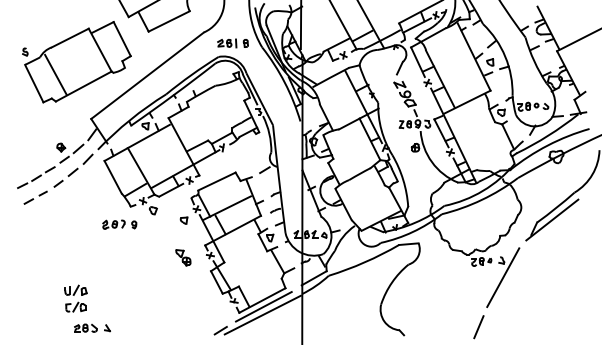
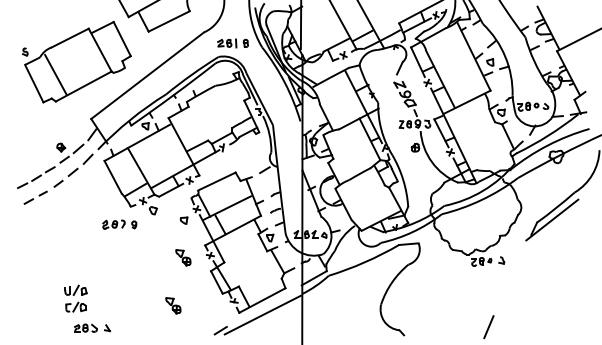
line at (503, 277): present -> none
part at (173, 305): none -> present
line at (263, 306): present -> none
line at (478, 327) position: (478, 327) -> (488, 327)
